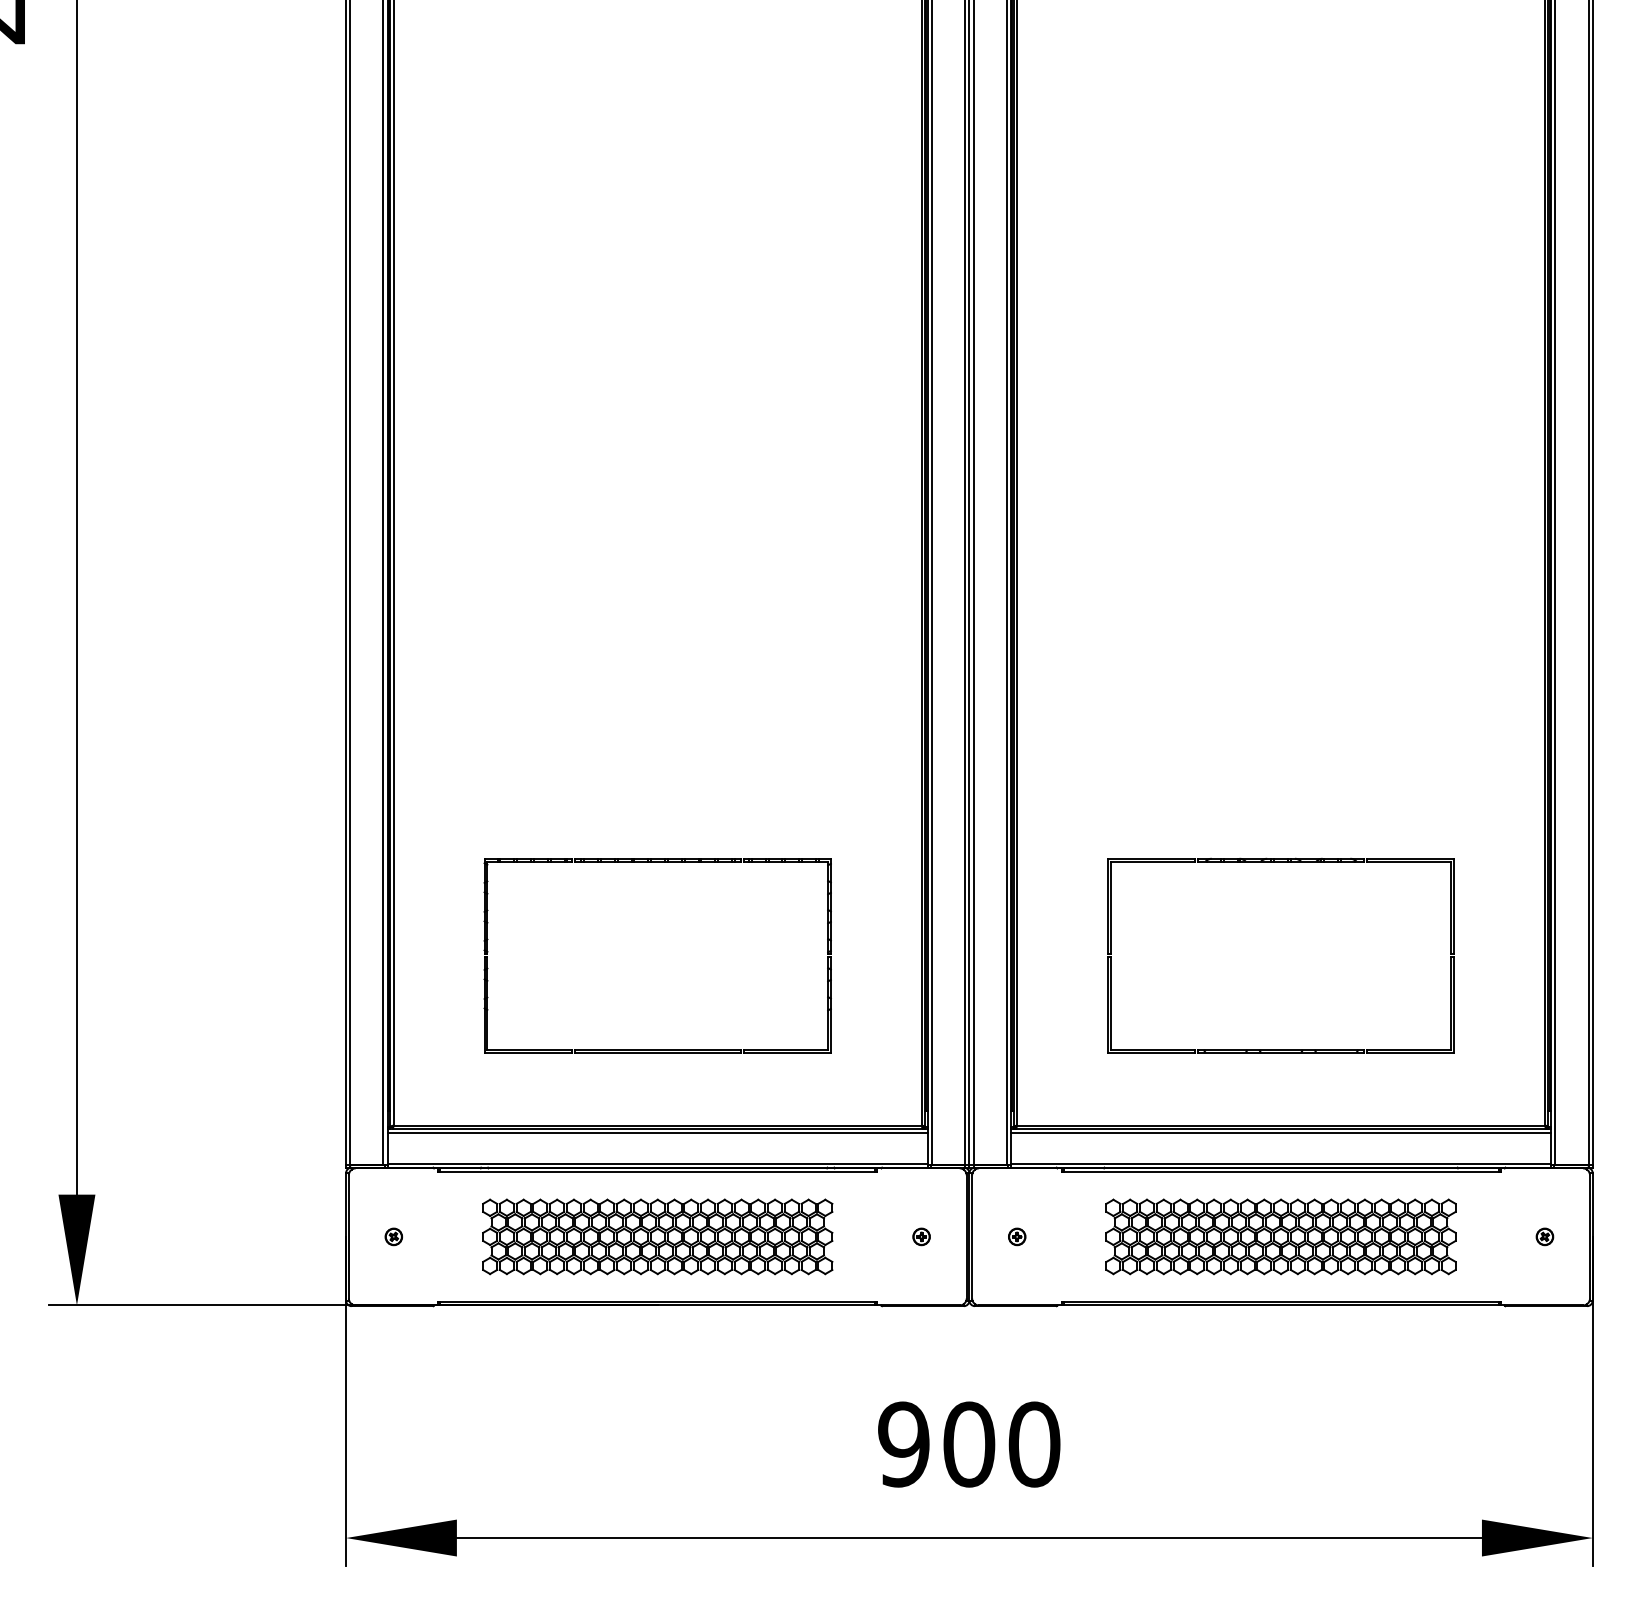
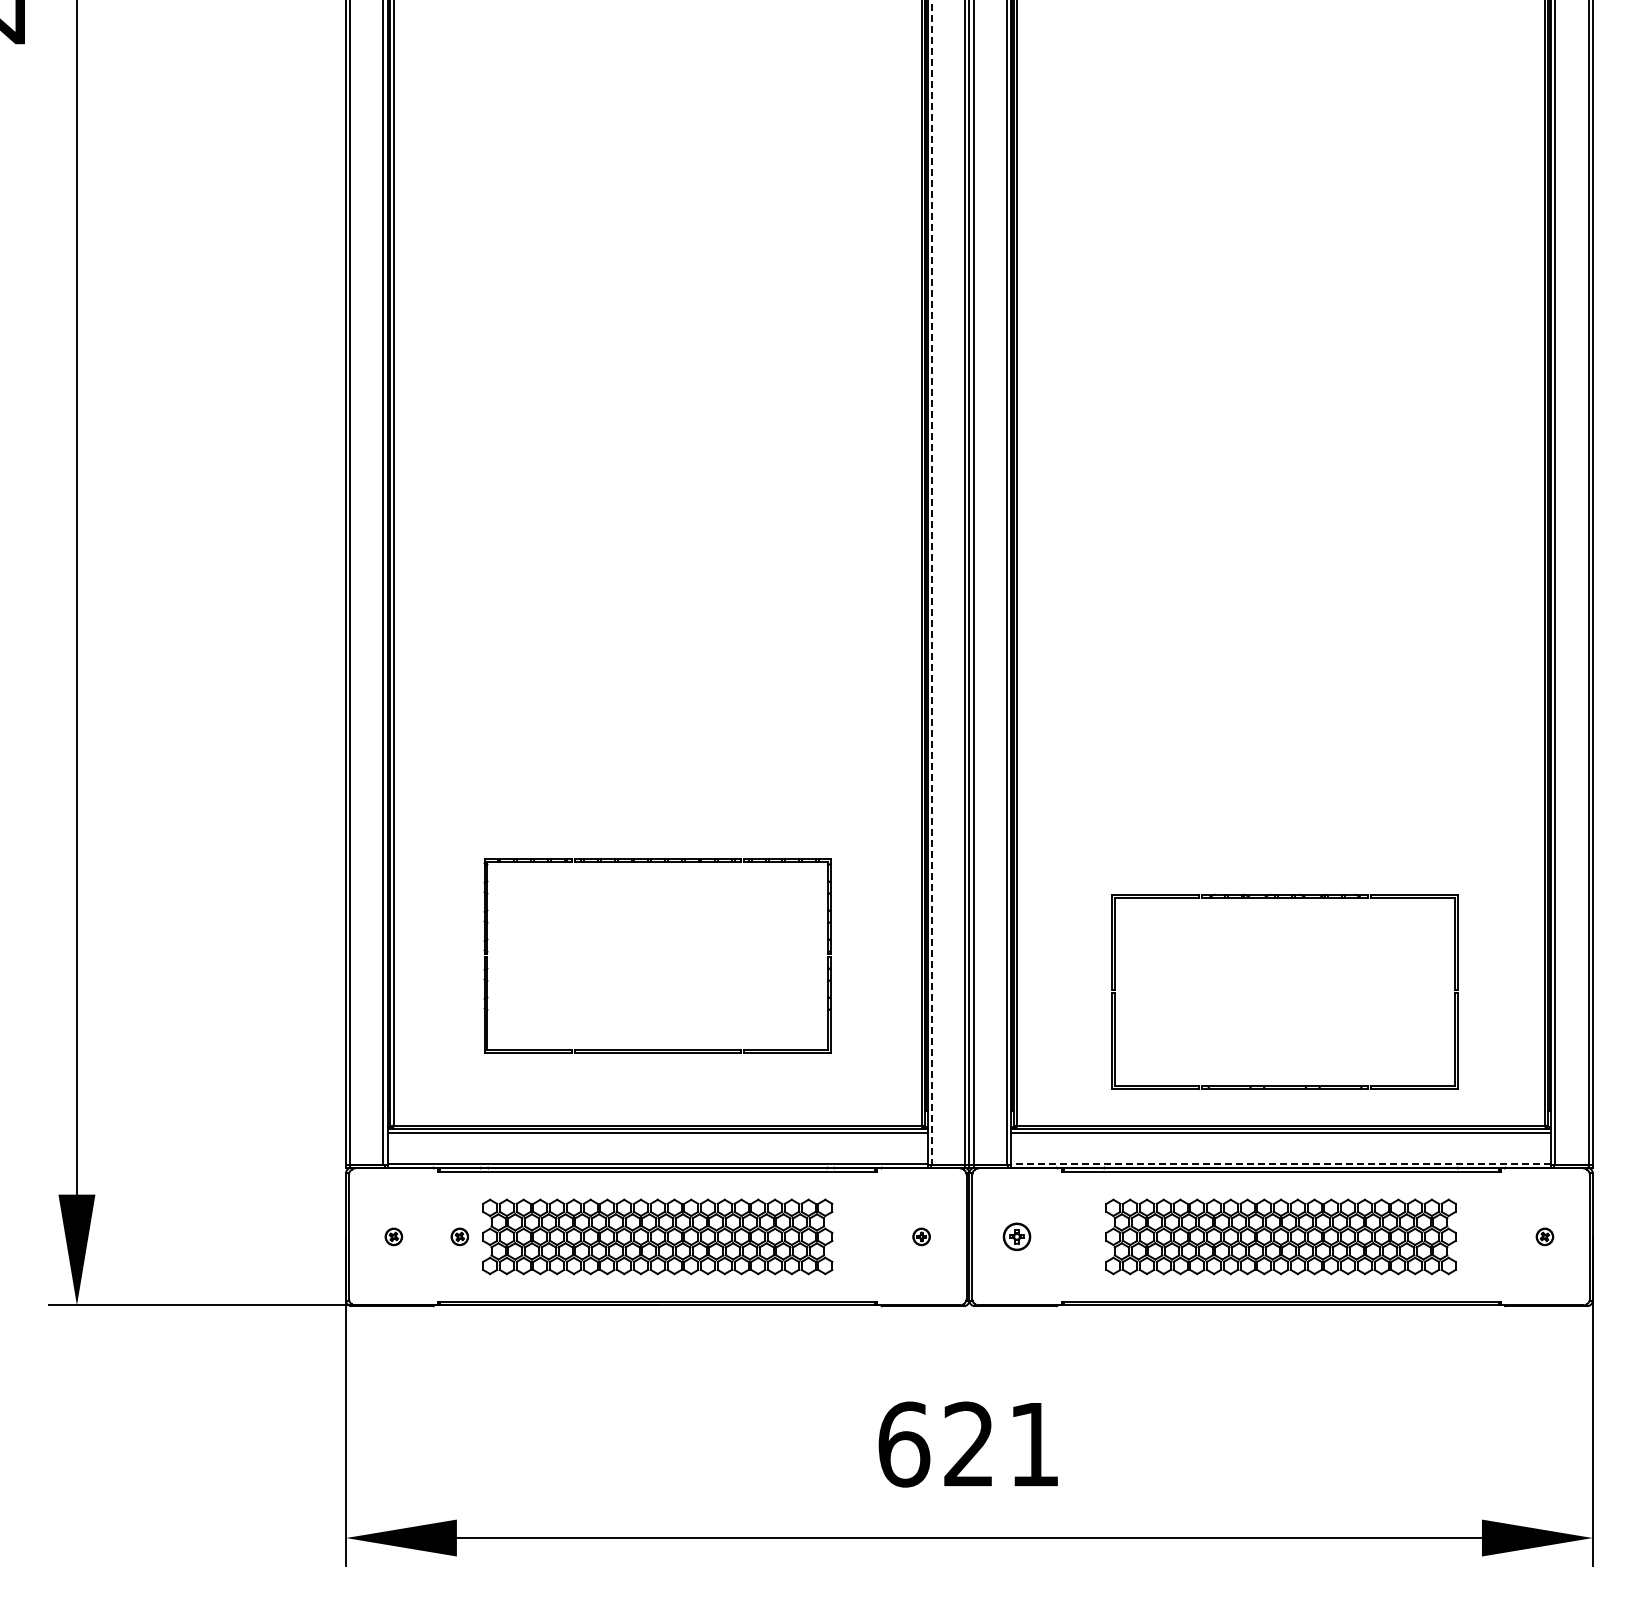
line at (932, 583): solid -> dashed
part at (1280, 862) position: (1280, 862) -> (1284, 898)
line at (1280, 1163): solid -> dashed
part at (459, 1236): none -> present
part at (1017, 1236) size: 19x20 px -> 30x29 px
text at (969, 1444): 900 -> 621
